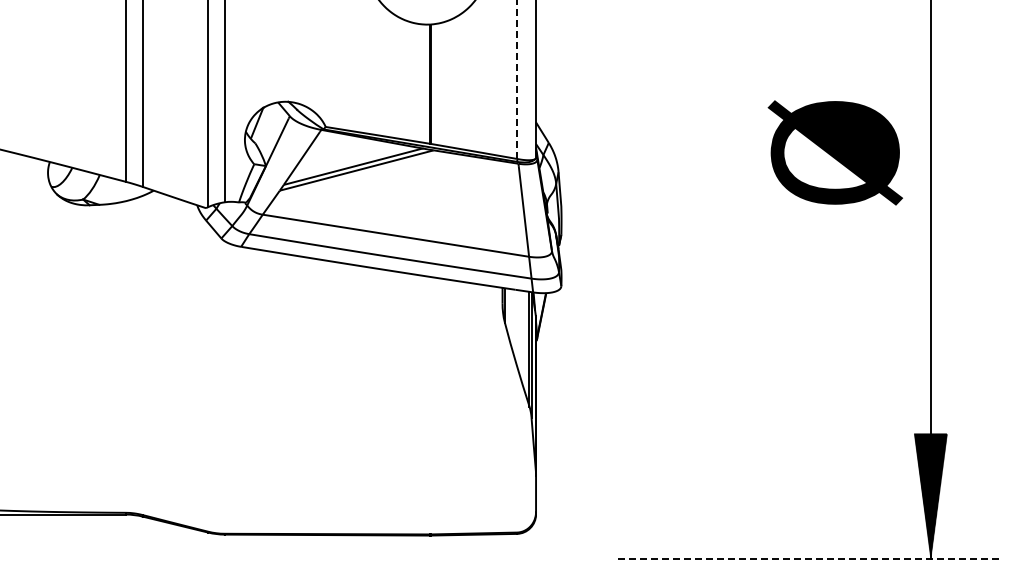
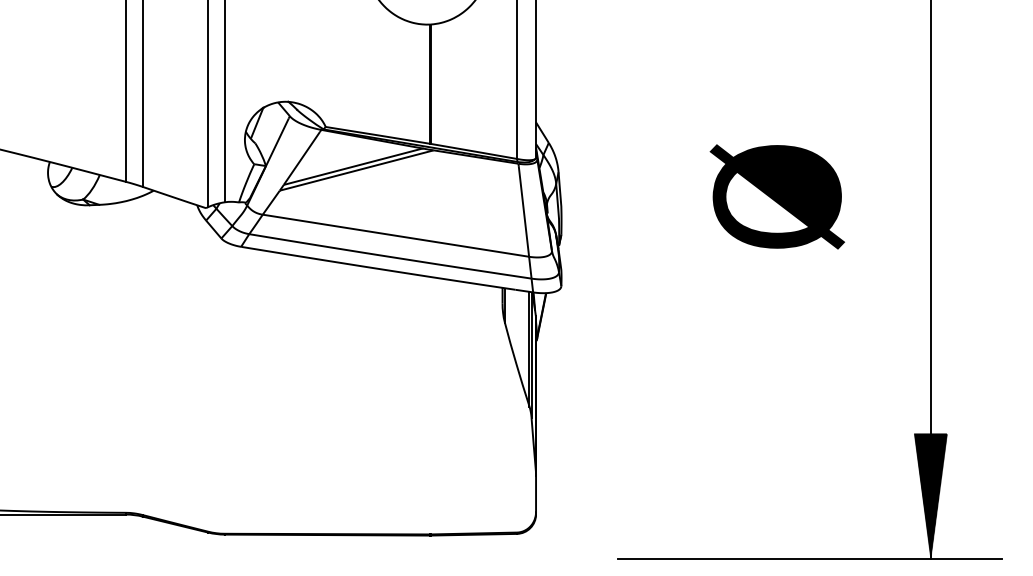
line at (516, 79): dashed -> solid
text at (834, 152) position: (834, 152) -> (776, 196)
line at (810, 558): dashed -> solid
